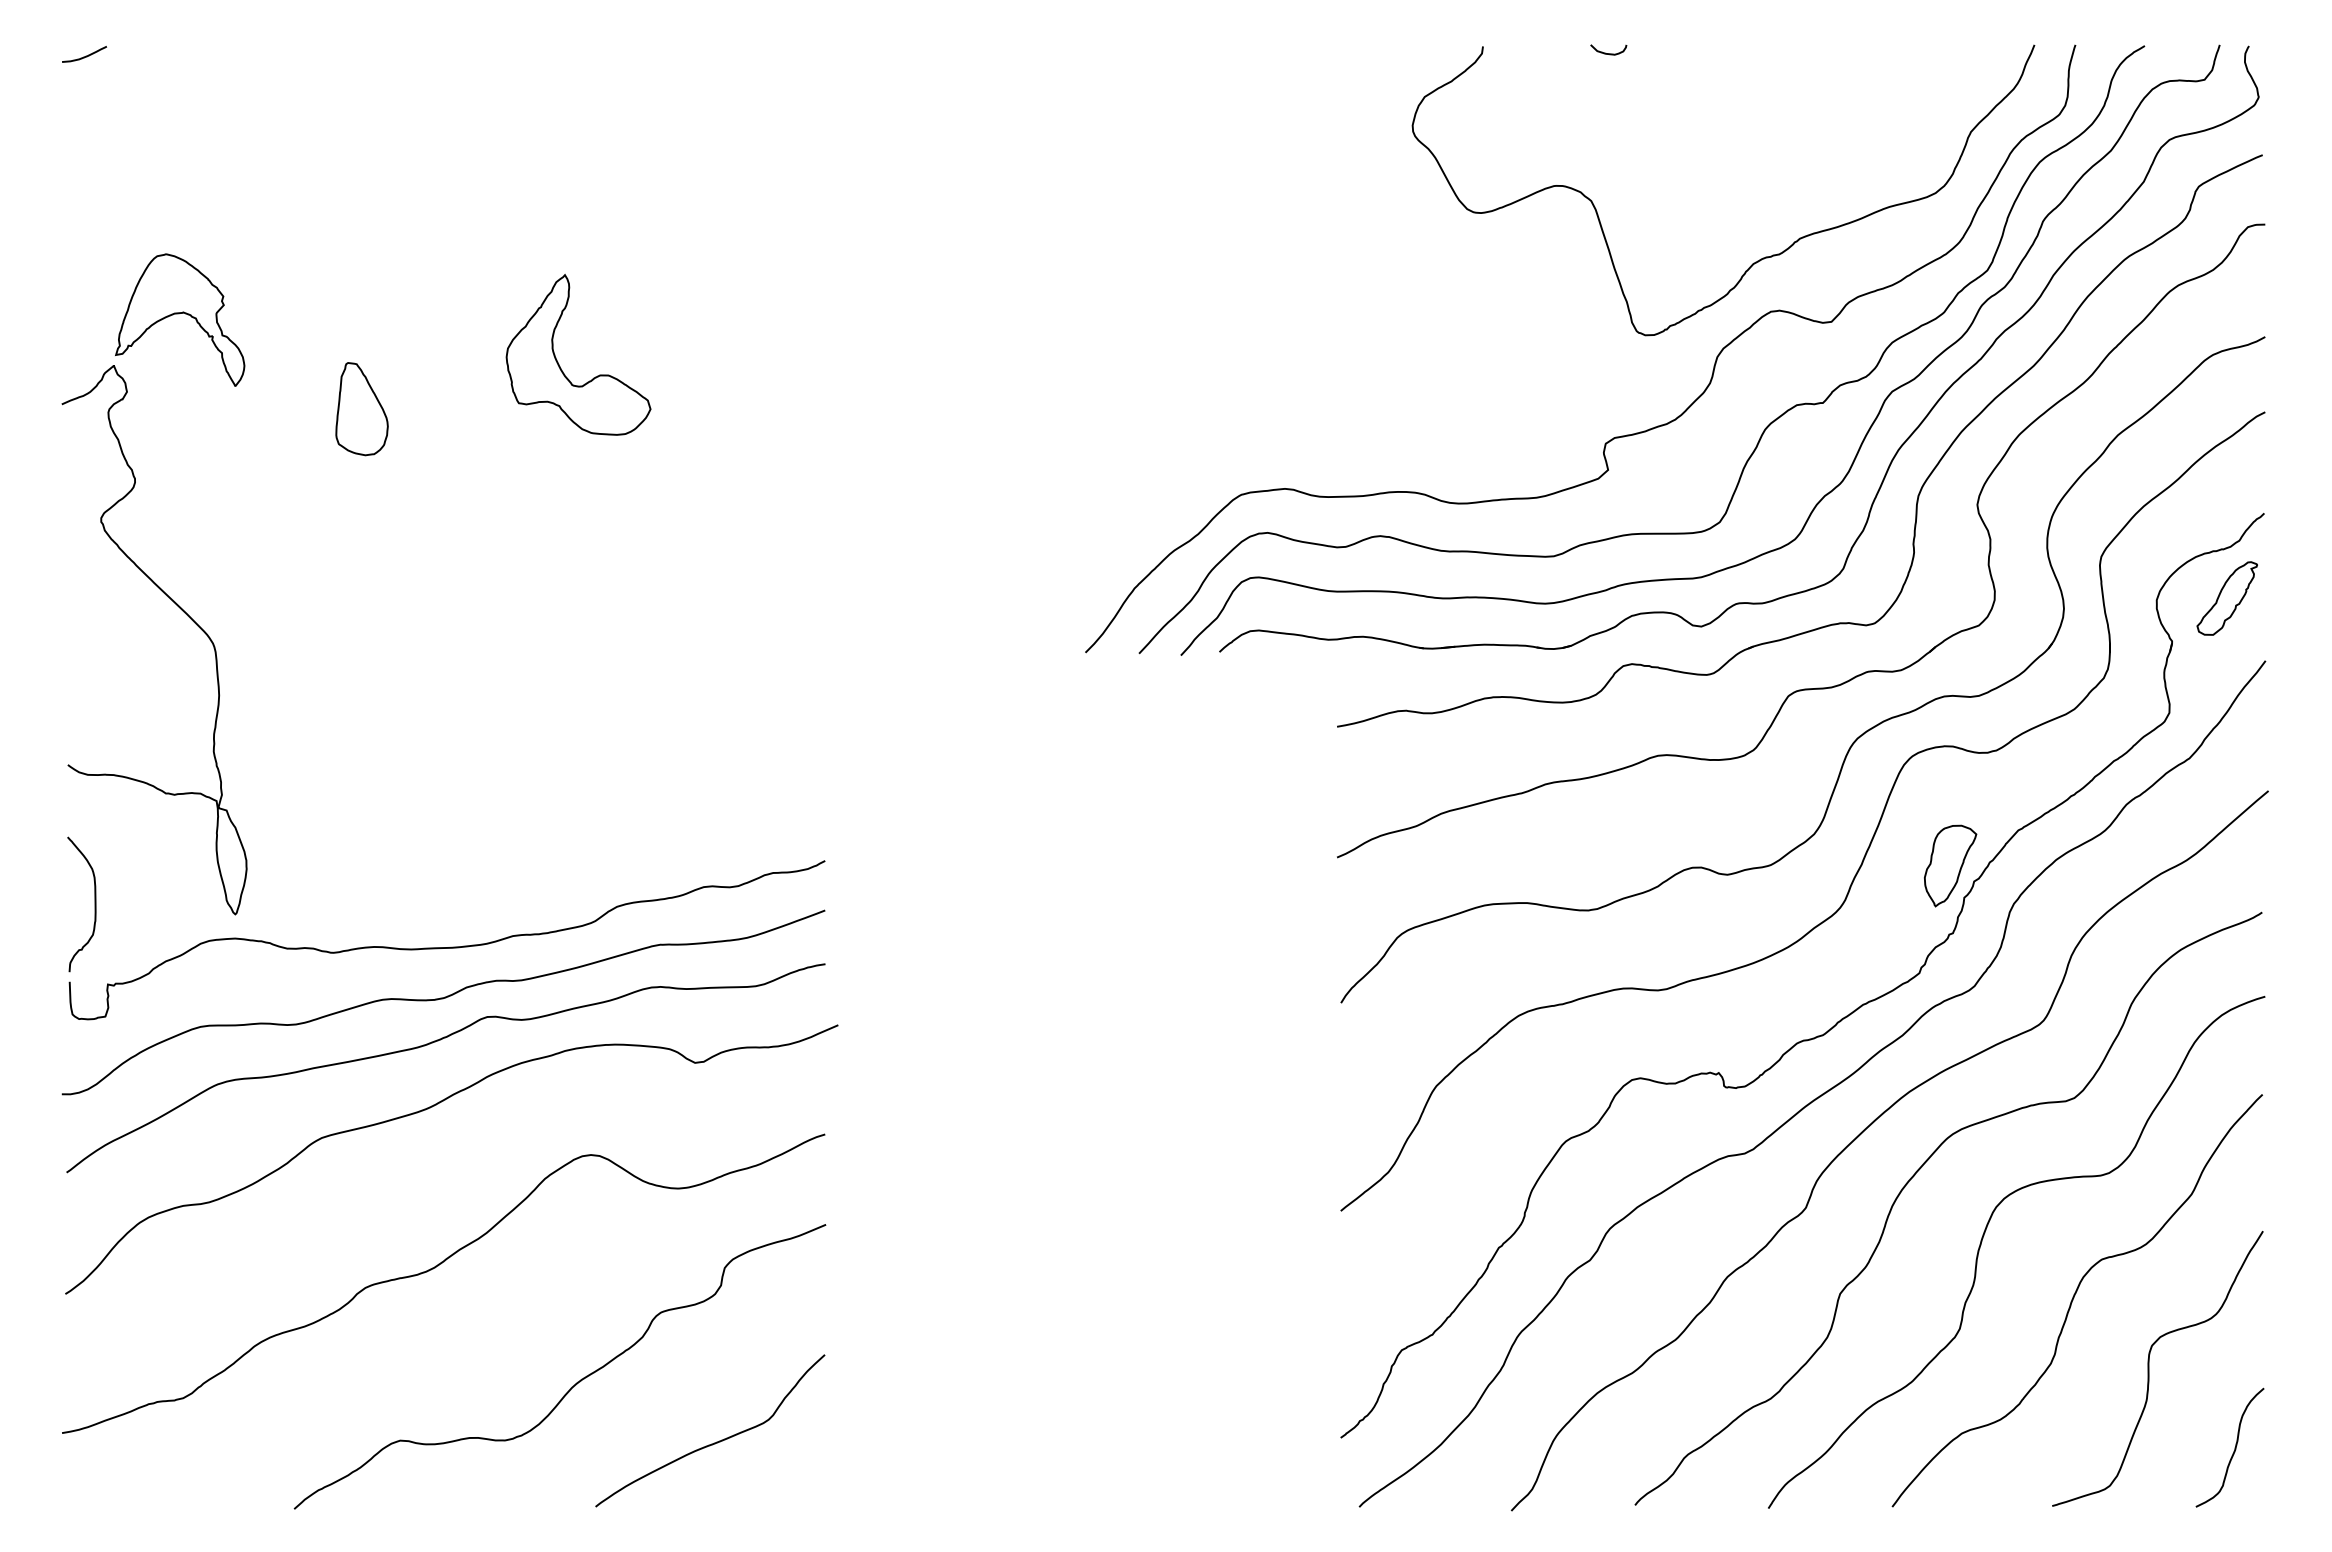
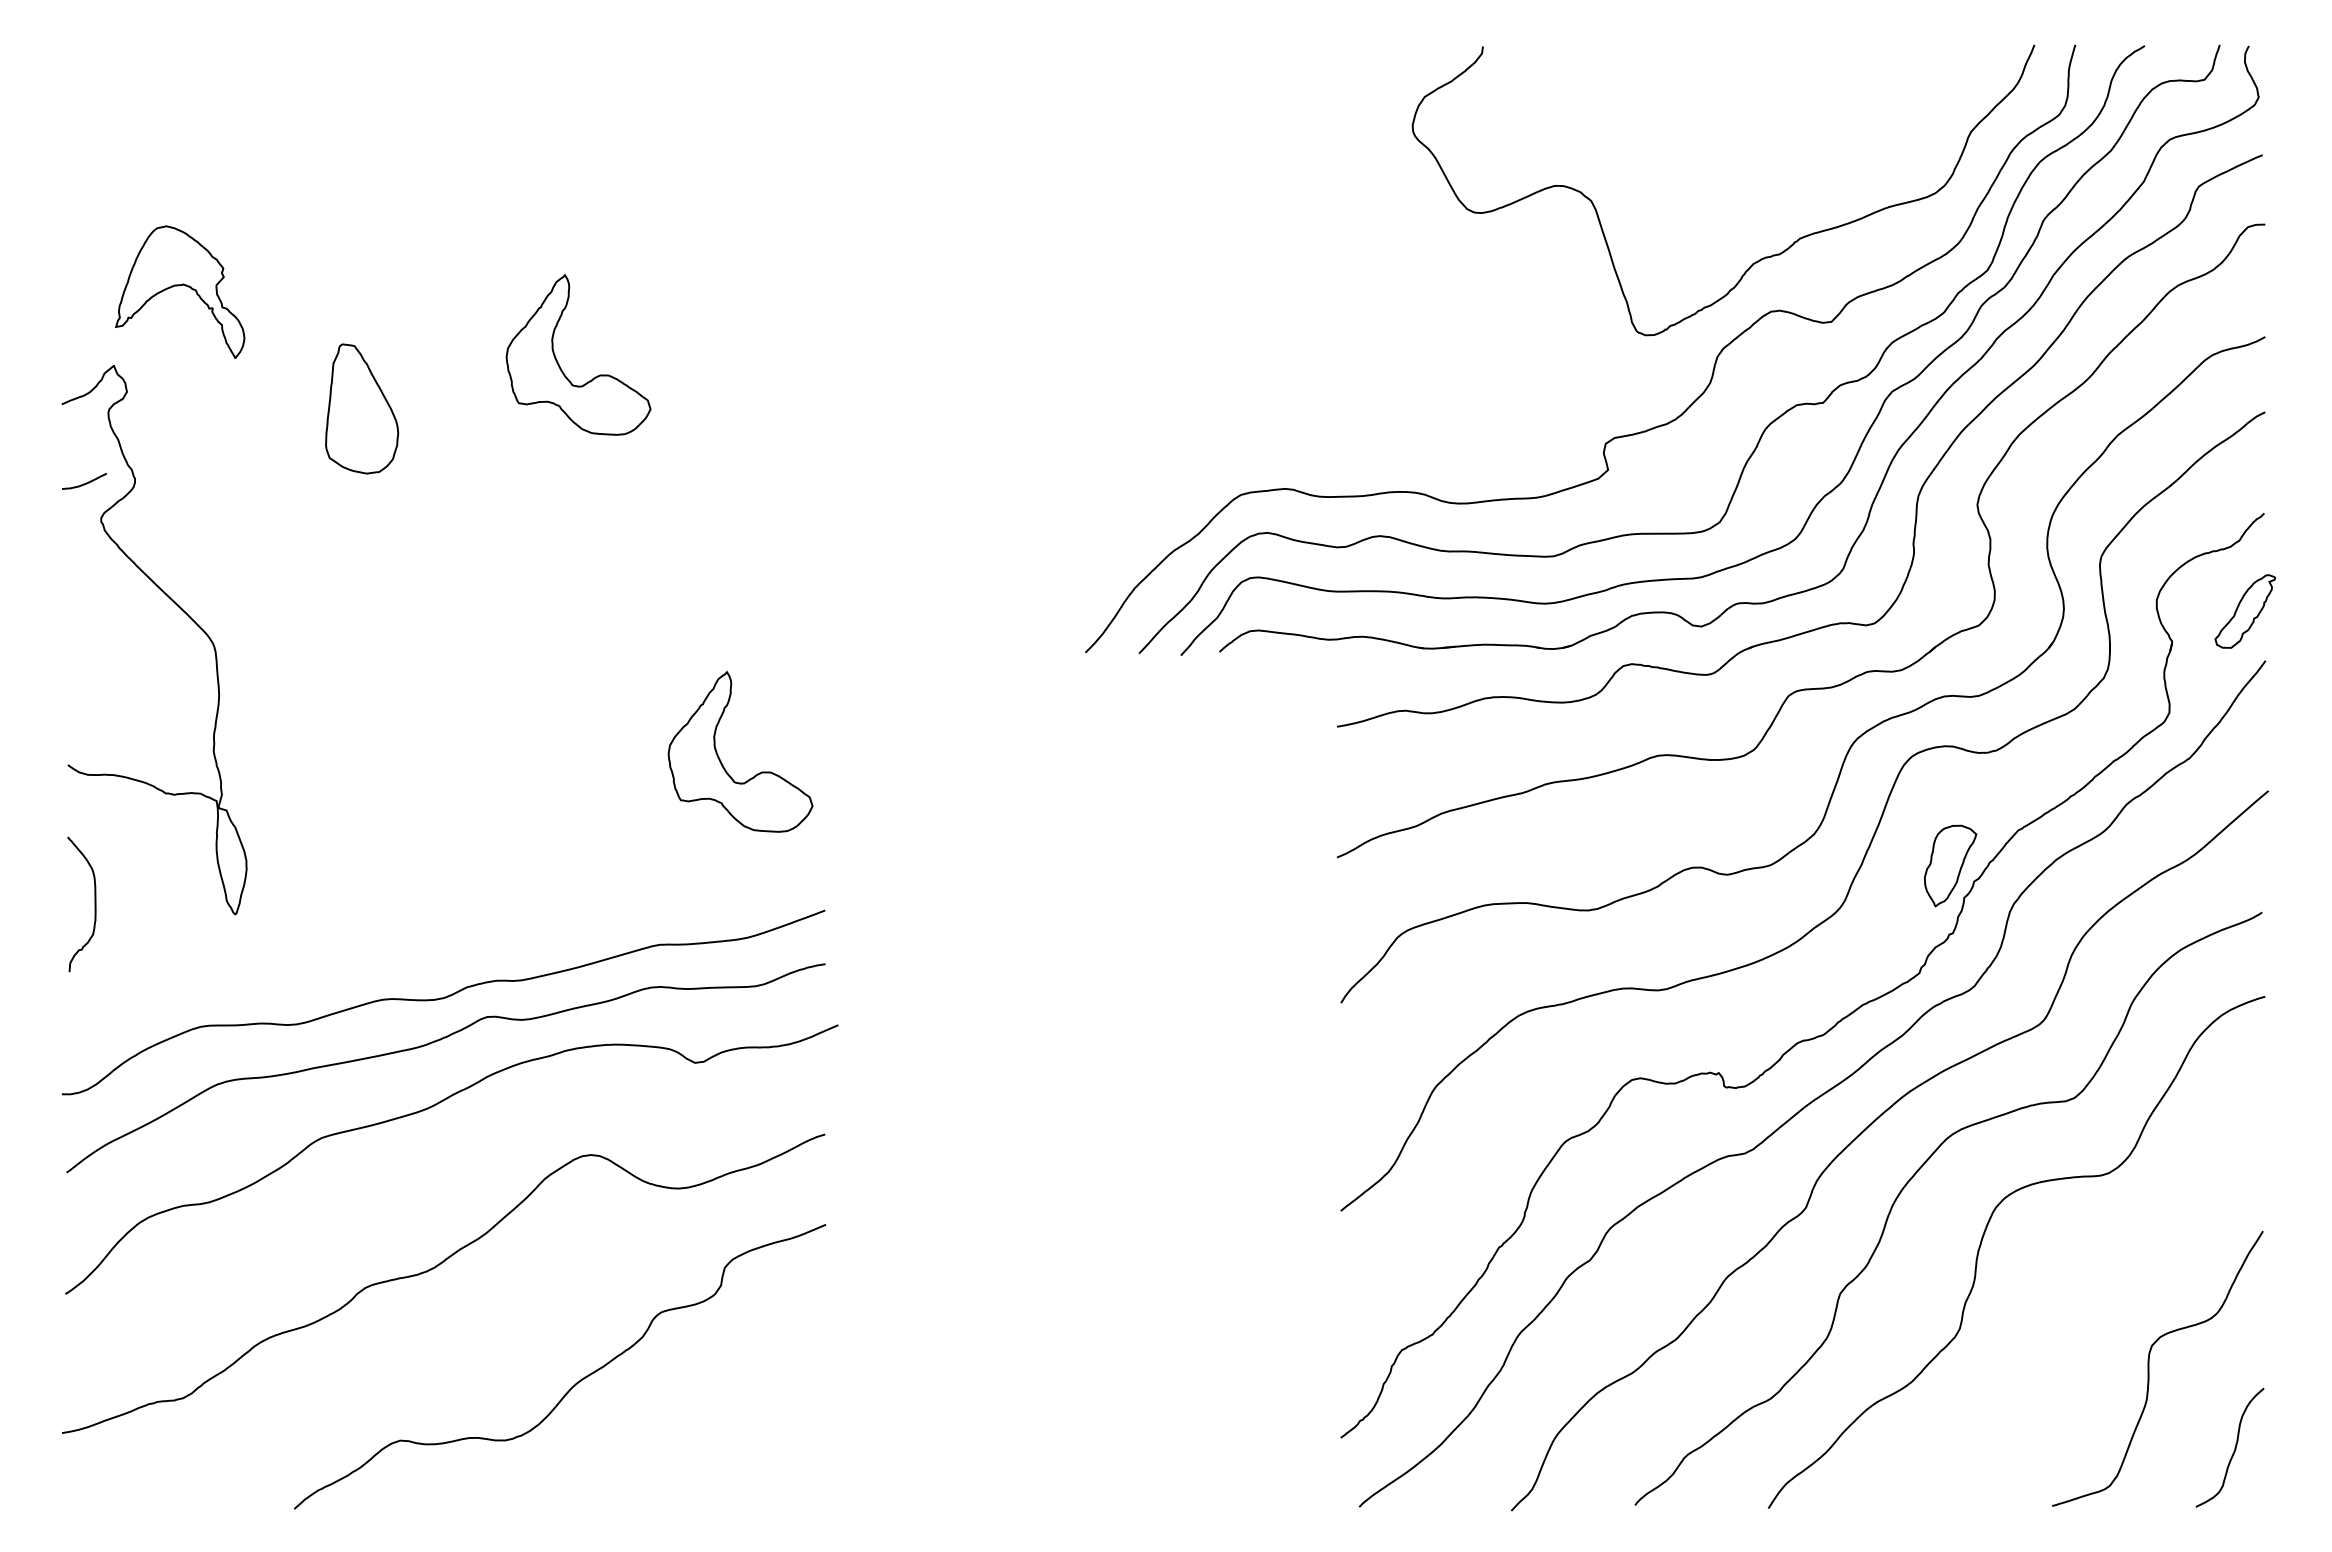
curve at (1608, 53): present -> none
curve at (84, 56) position: (84, 56) -> (84, 483)
part at (180, 319) position: (180, 319) -> (180, 291)
part at (361, 409) size: 54x95 px -> 75x132 px
part at (2226, 598) position: (2226, 598) -> (2244, 611)
part at (721, 761): none -> present
curve at (446, 947): present -> none
curve at (2074, 1298): present -> none
curve at (716, 1441): present -> none
